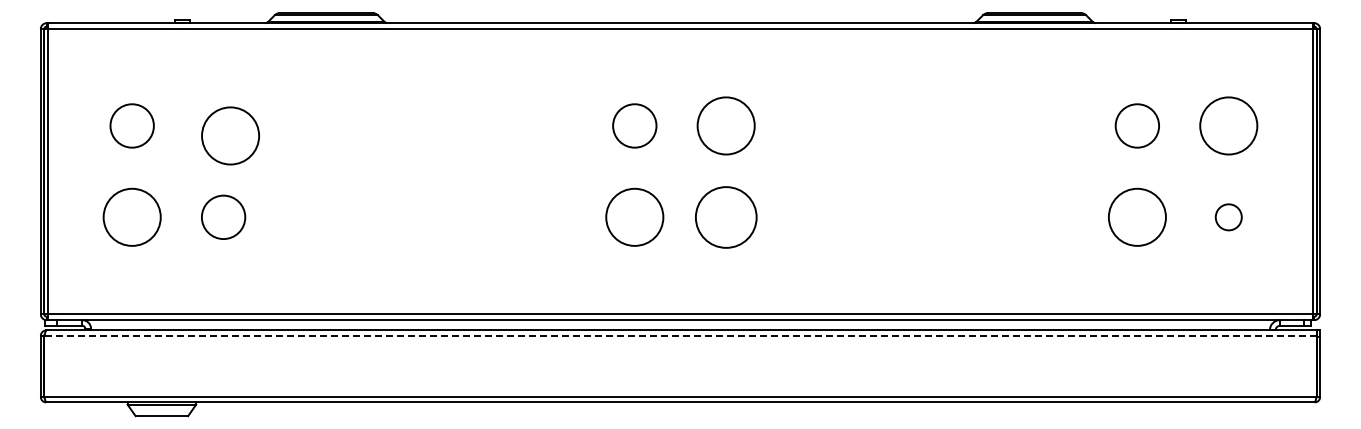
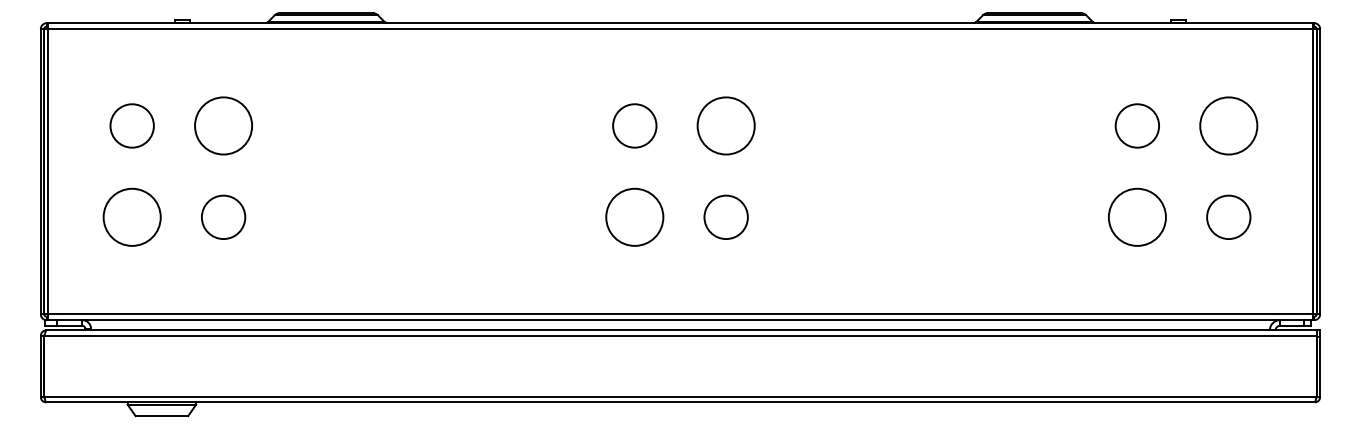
circle at (230, 135) position: (230, 135) -> (223, 125)
circle at (726, 217) size: 63x63 px -> 46x46 px
circle at (1228, 217) diameter: 26 px -> 43 px
line at (680, 335): dashed -> solid
